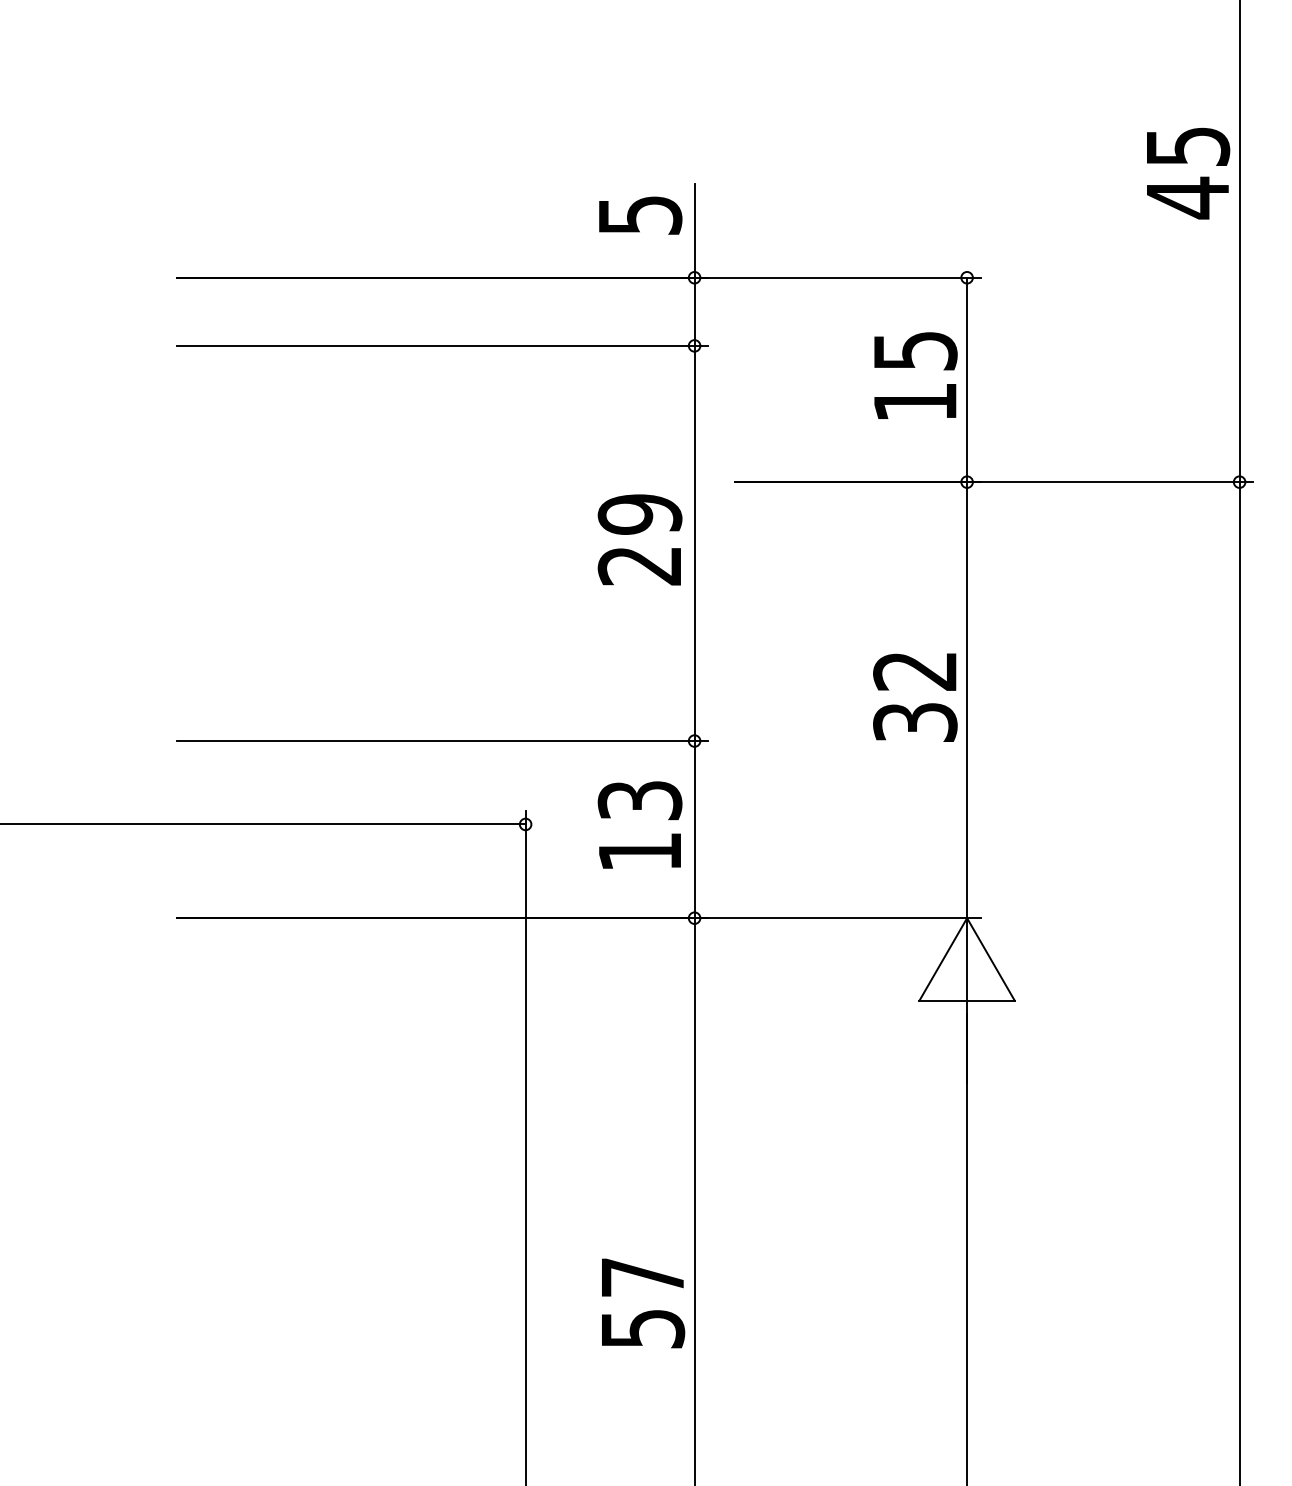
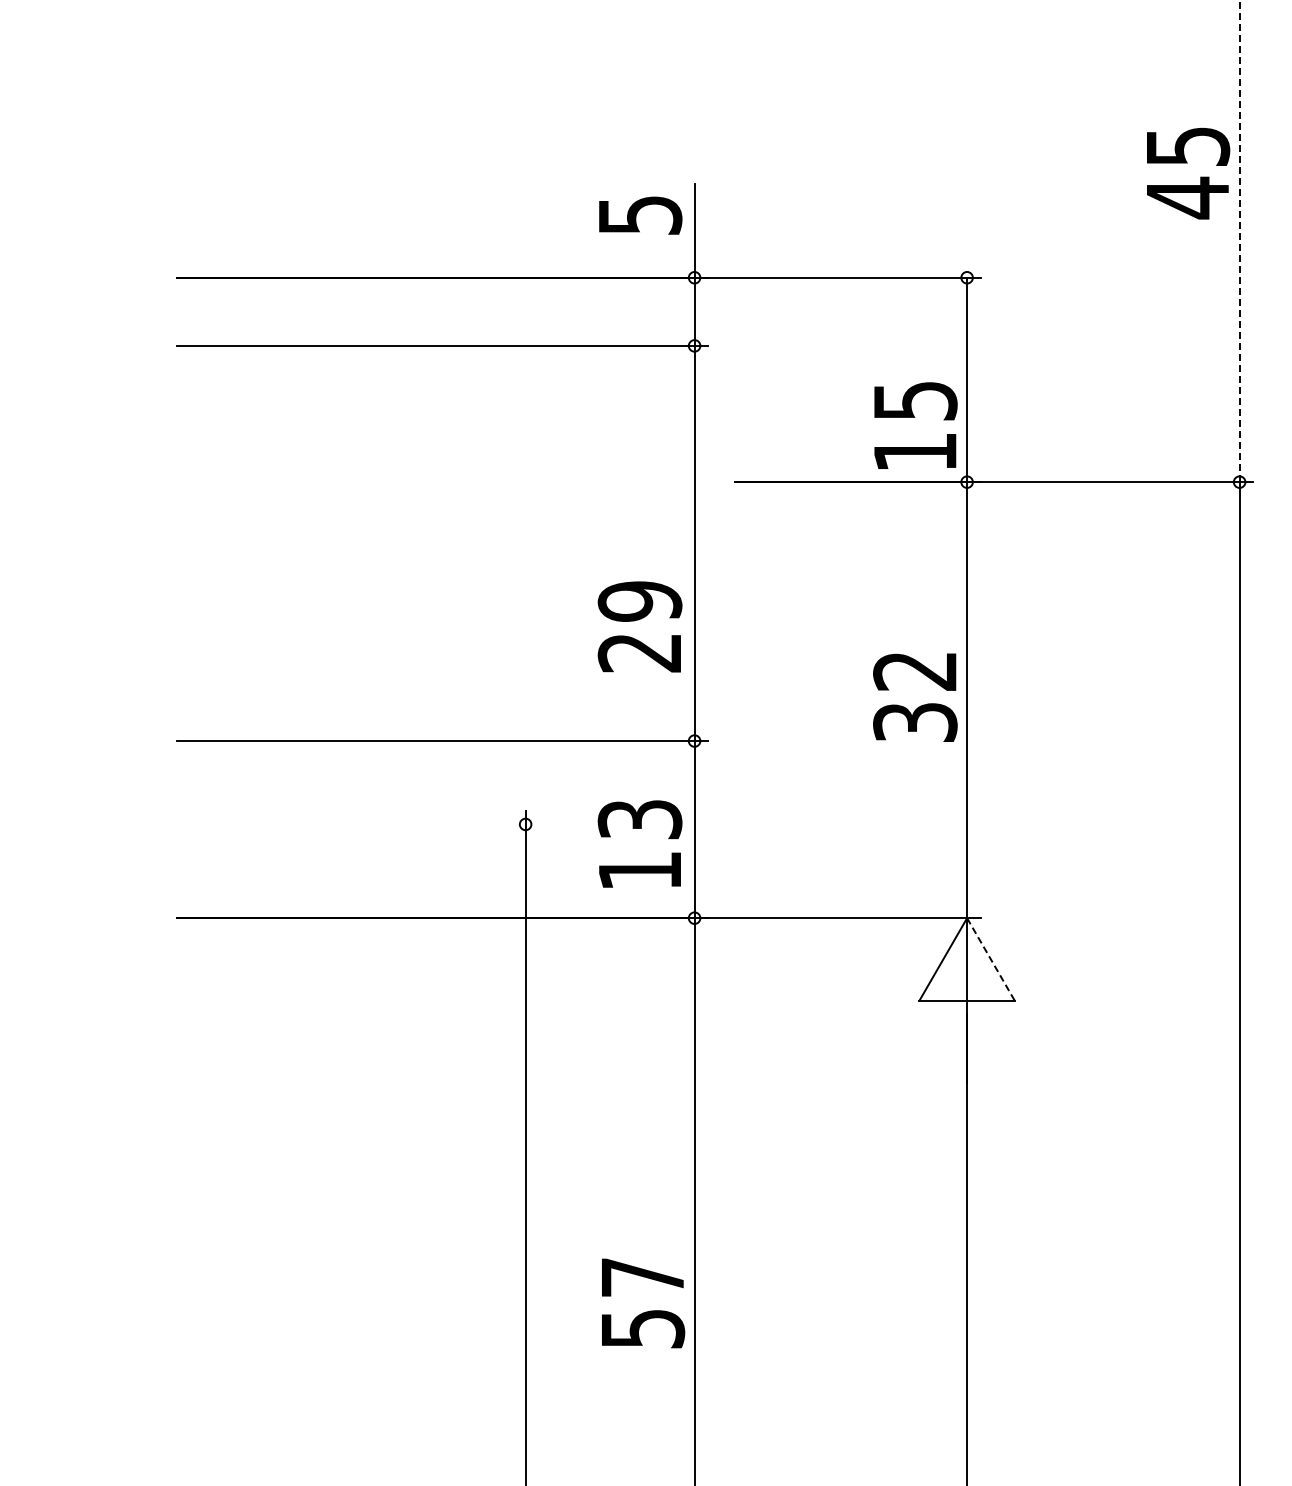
line at (1239, 241): solid -> dashed
text at (915, 375) position: (915, 375) -> (915, 425)
text at (639, 539) position: (639, 539) -> (639, 626)
line at (263, 824): present -> none
text at (639, 824) position: (639, 824) -> (639, 843)
line at (990, 959): solid -> dashed
